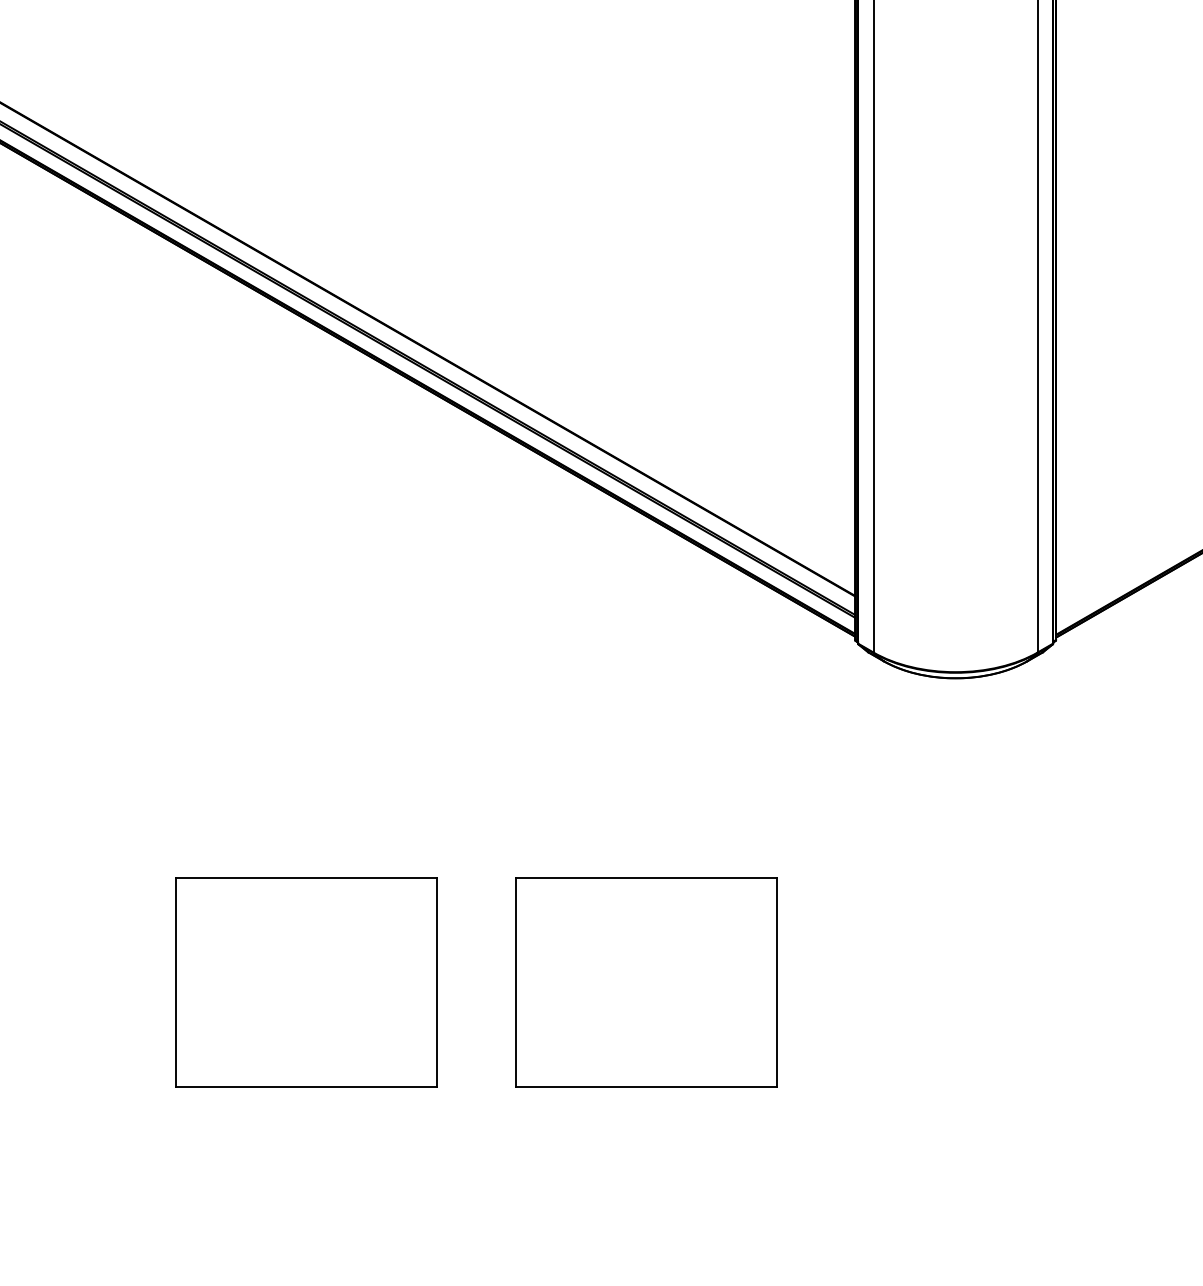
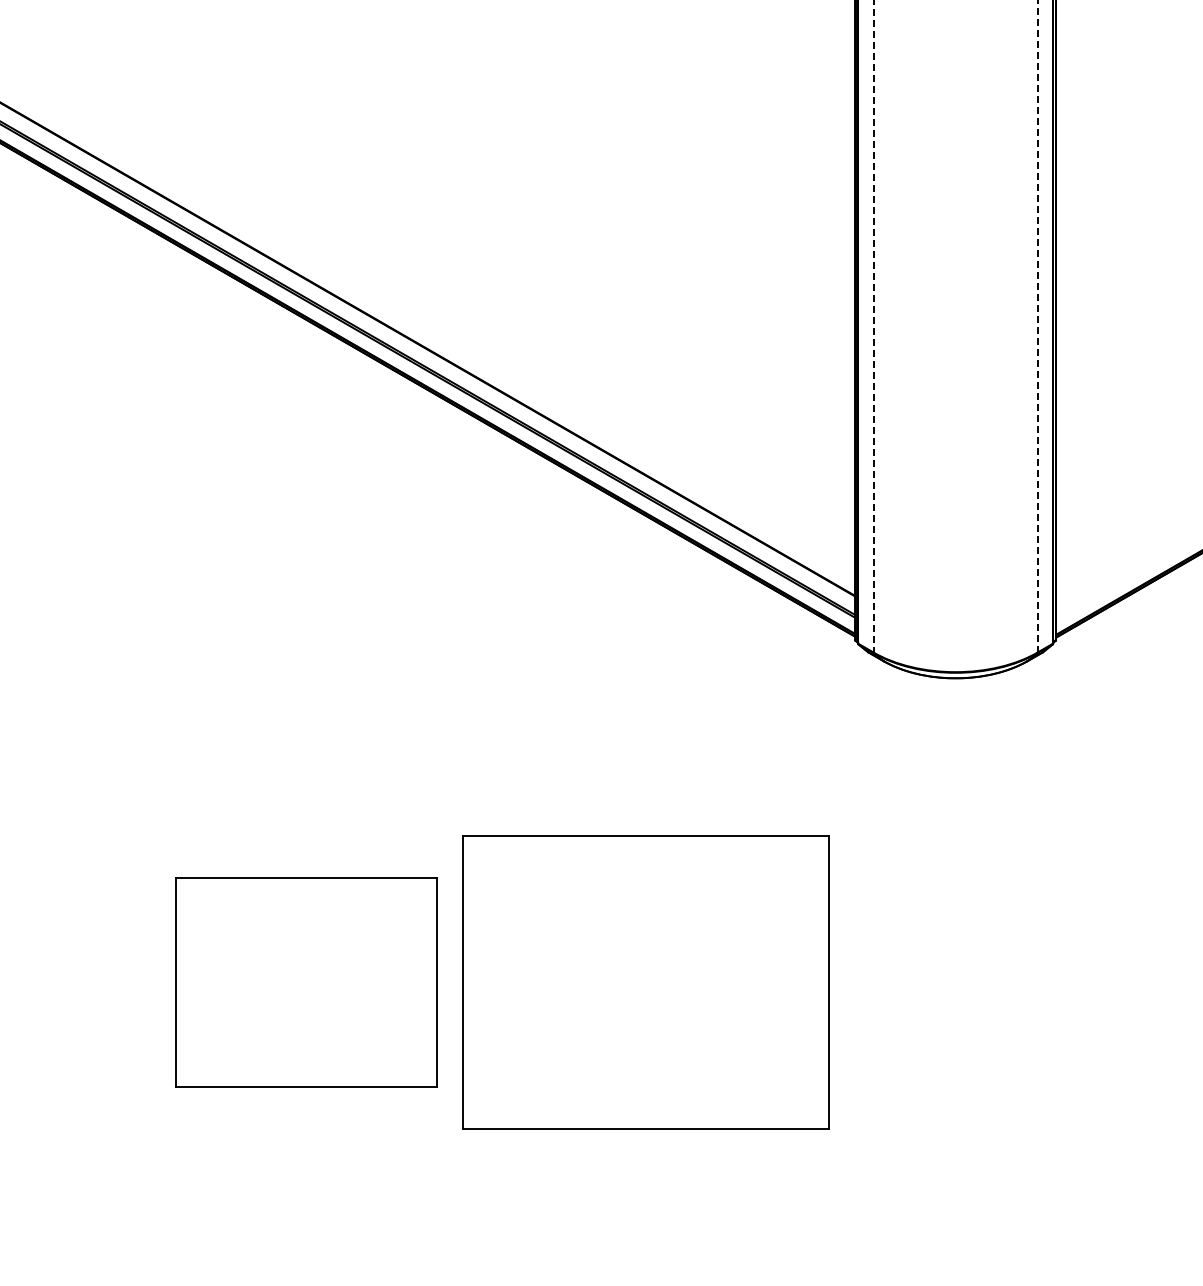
line at (873, 326): solid -> dashed
line at (1037, 326): solid -> dashed
part at (646, 982) size: 263x211 px -> 368x295 px
